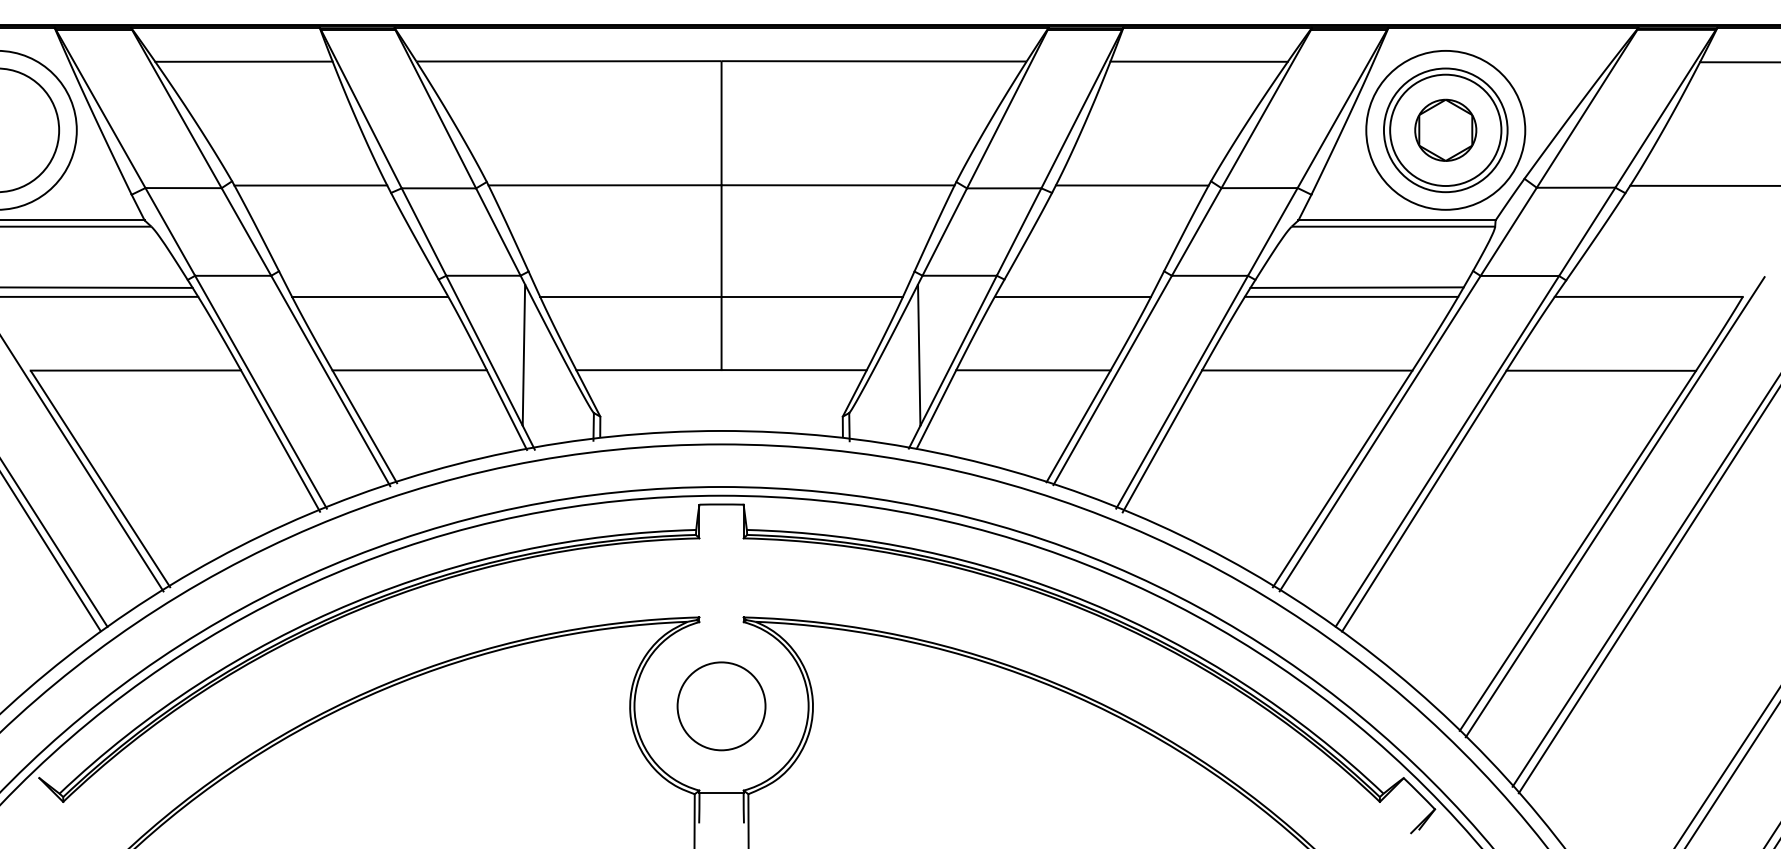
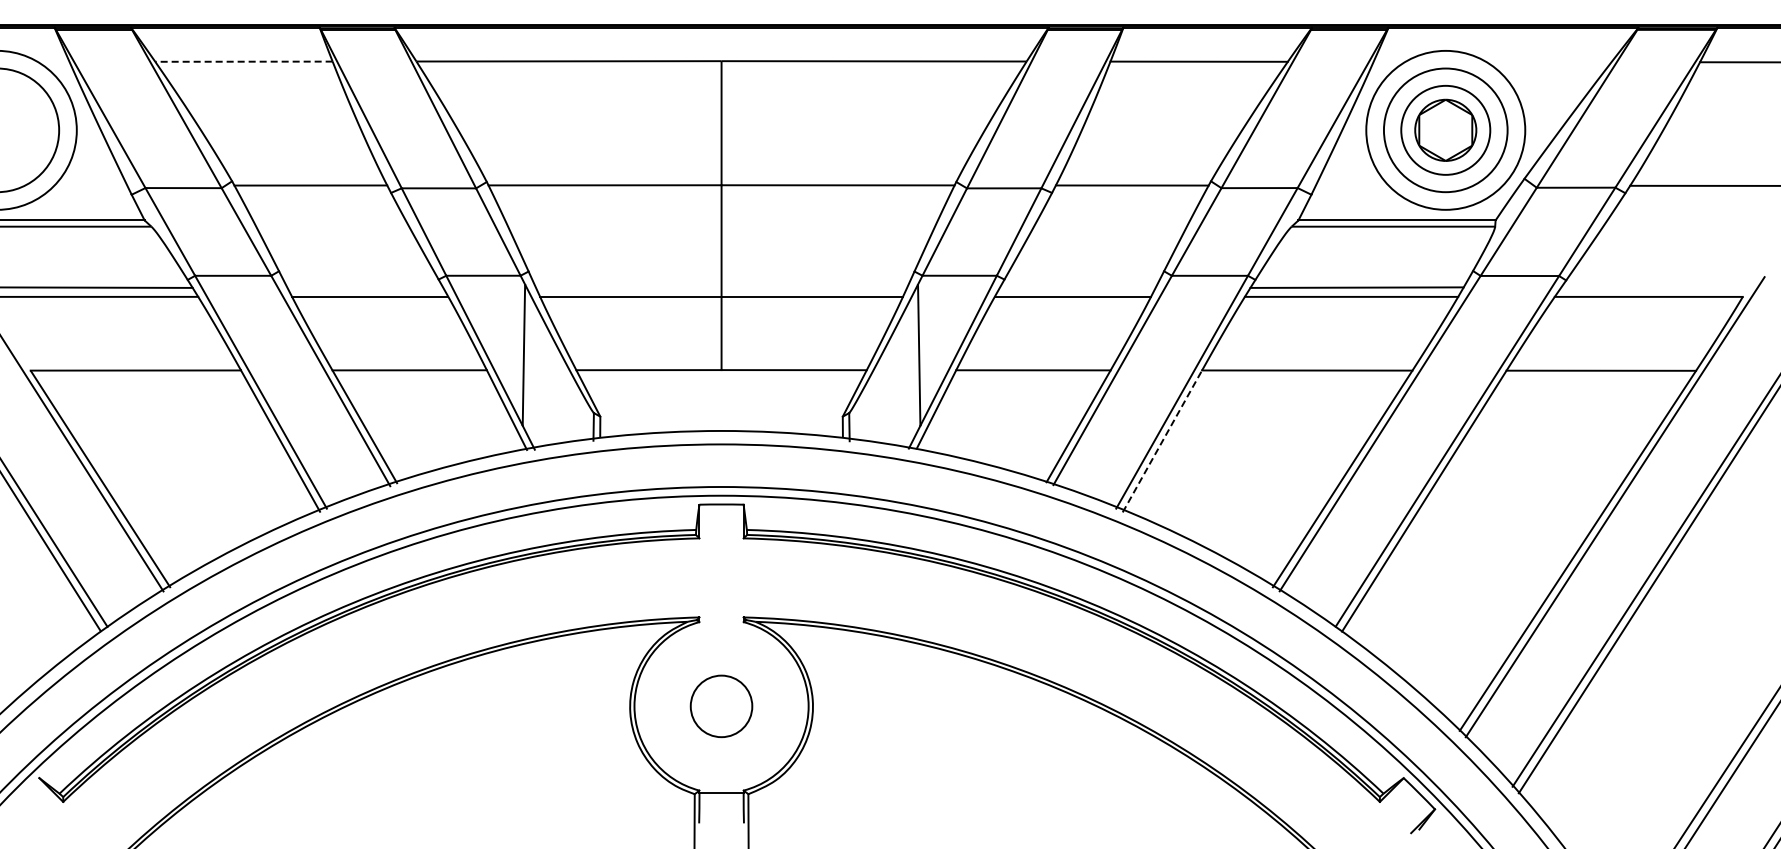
line at (243, 61): solid -> dashed
circle at (1445, 130) diameter: 111 px -> 89 px
line at (1162, 441): solid -> dashed
circle at (721, 706) size: 91x91 px -> 65x65 px
